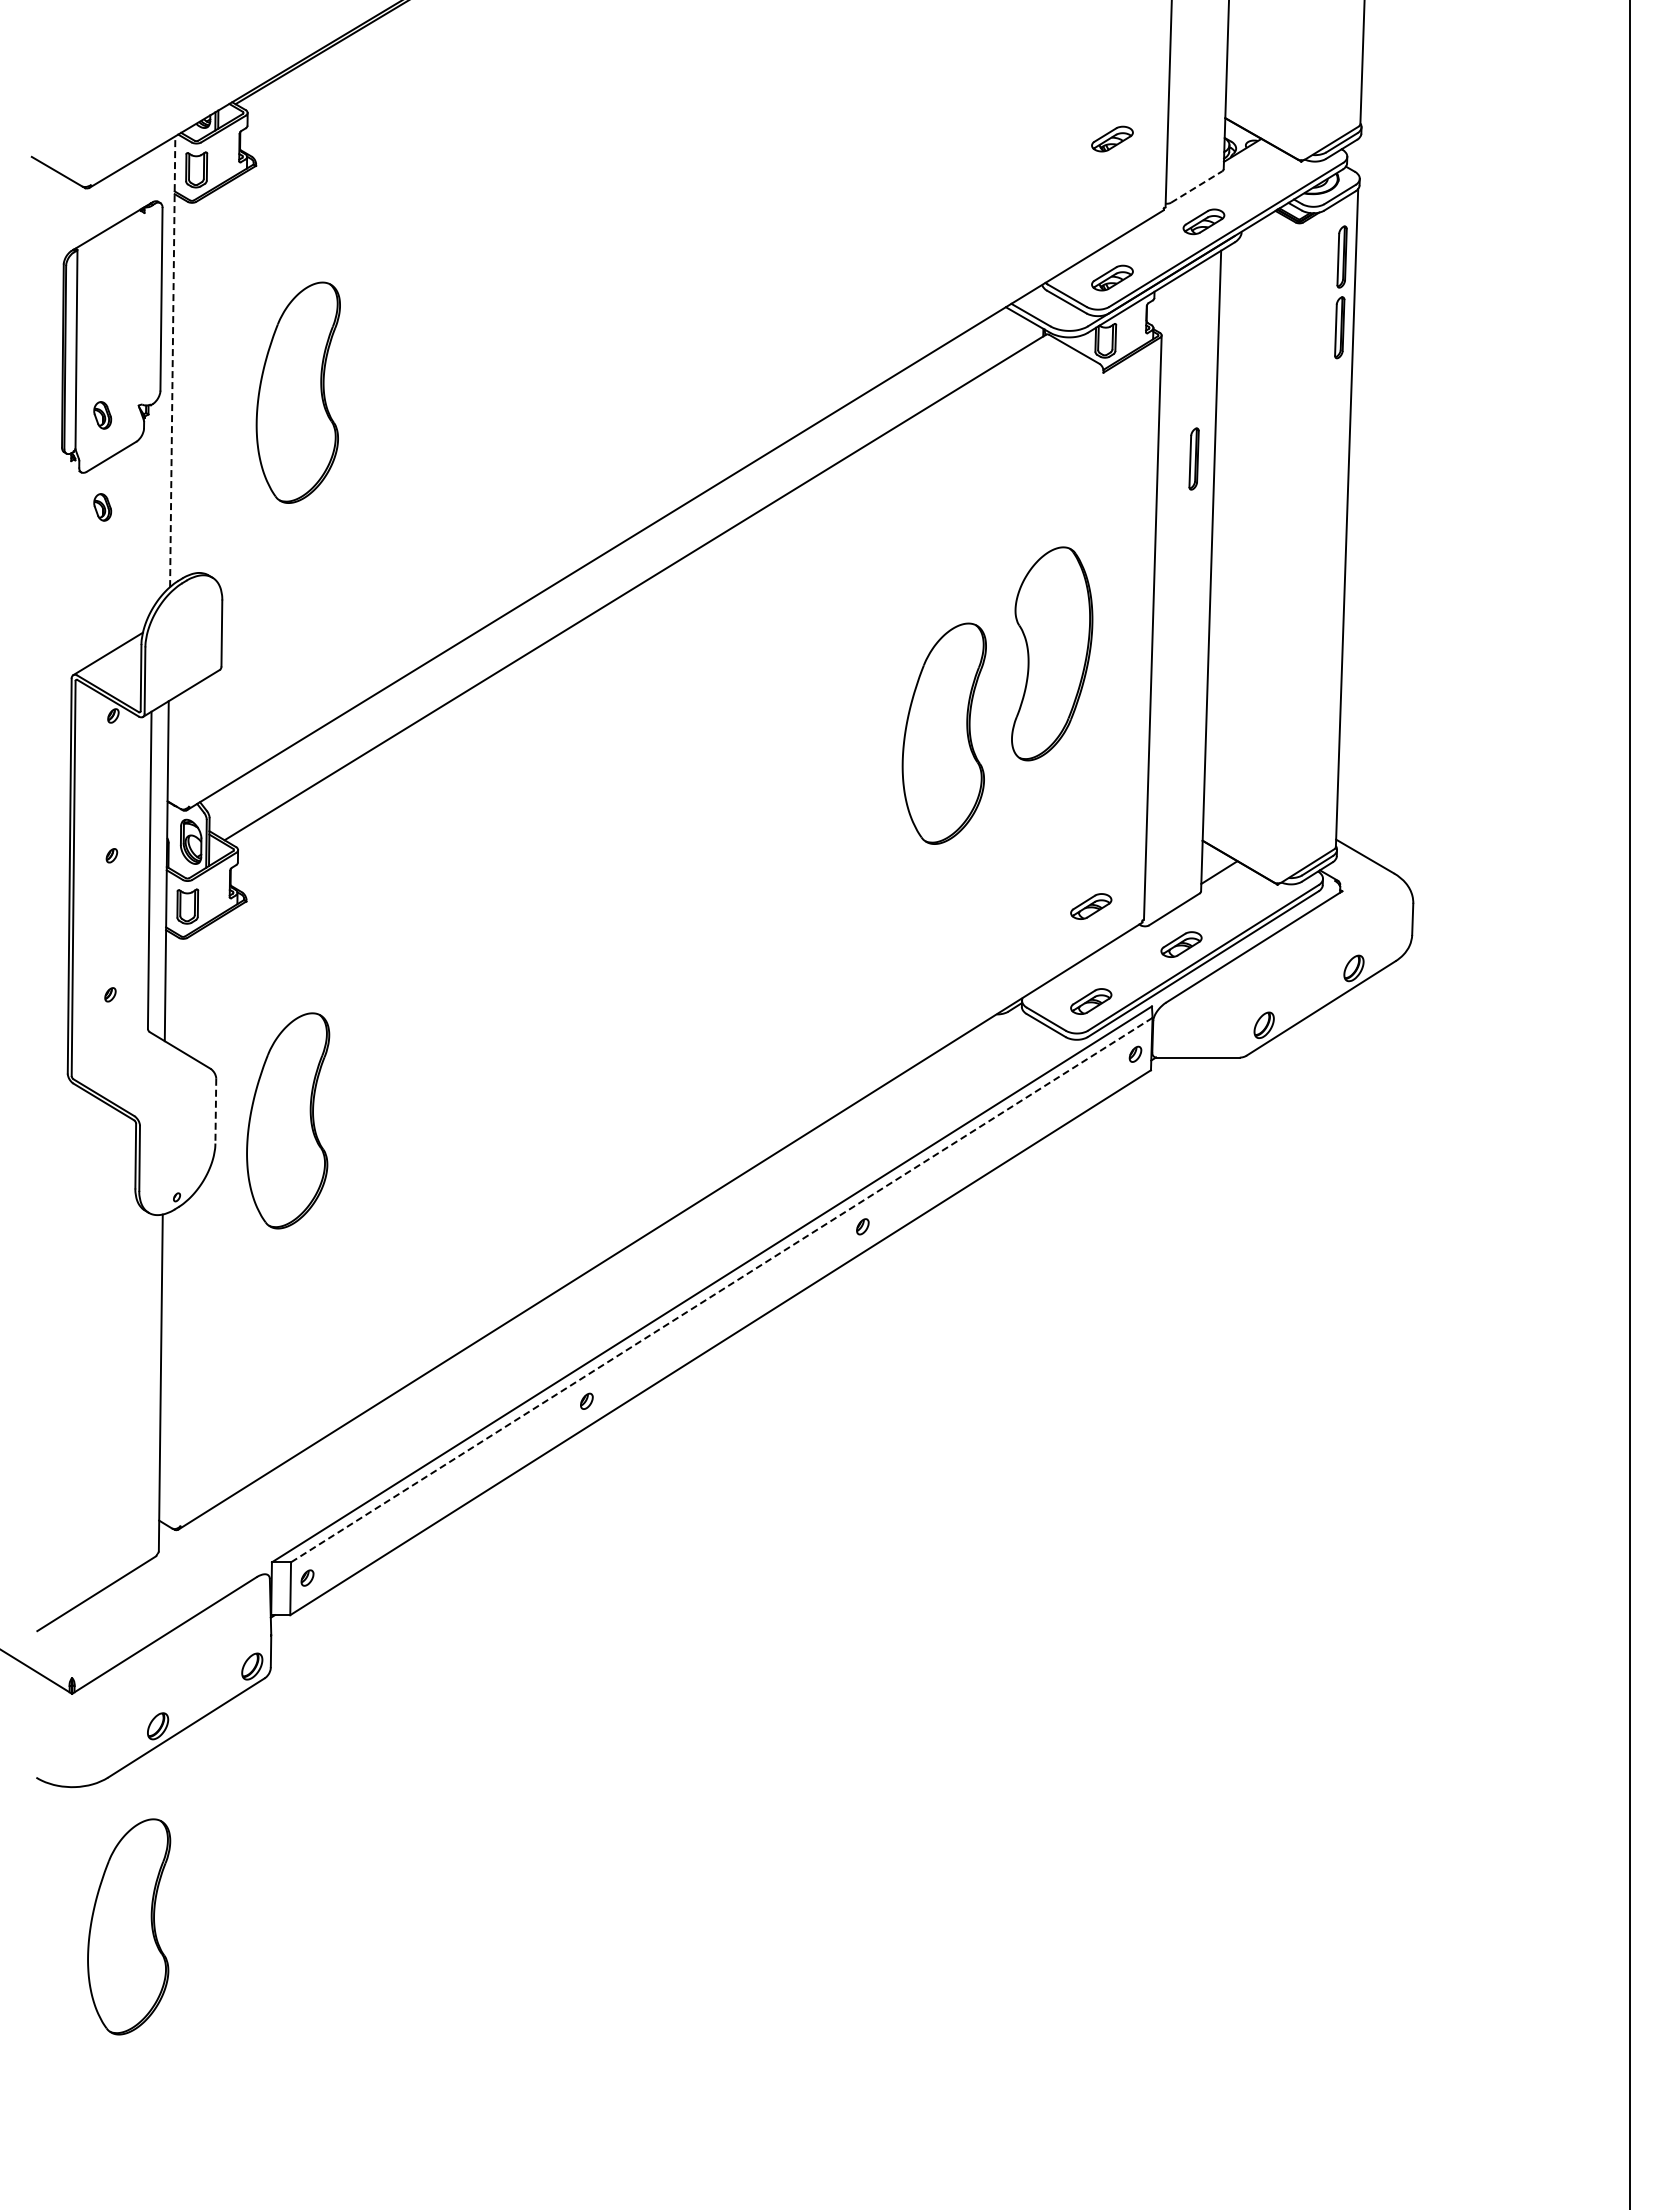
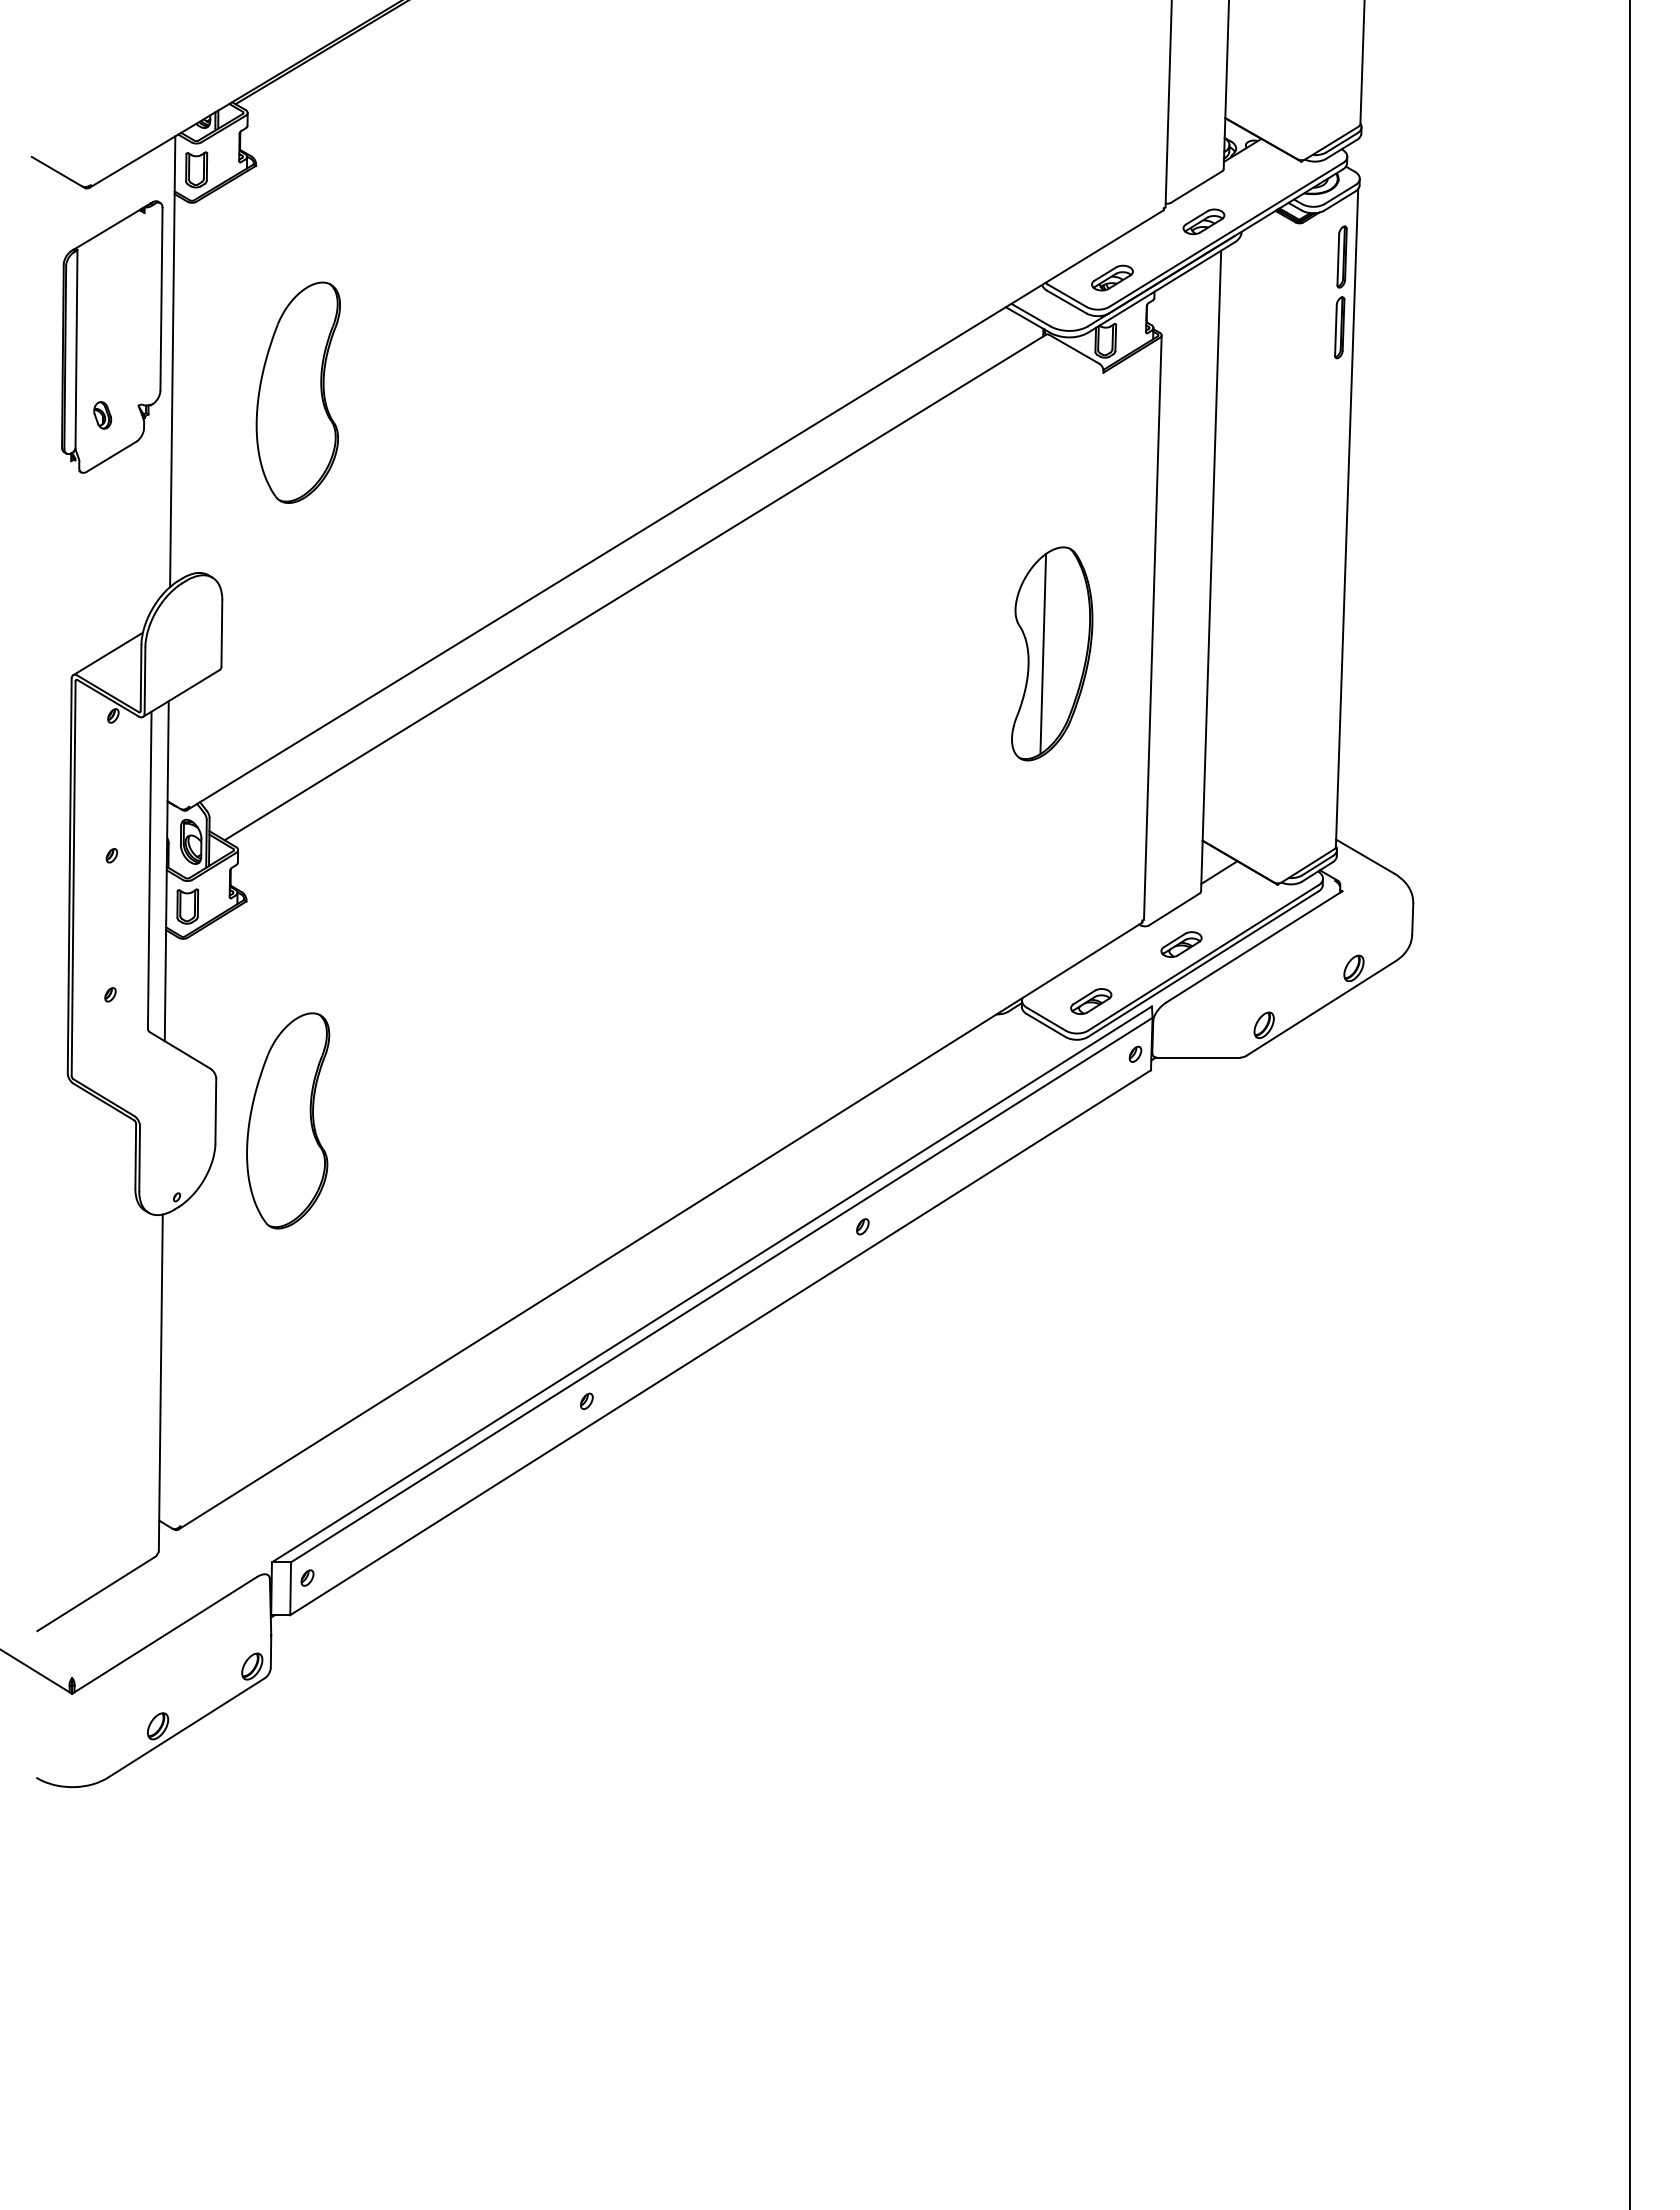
part at (1112, 138): present -> none
line at (1196, 187): dashed -> solid
line at (172, 361): dashed -> solid
part at (1193, 458): present -> none
part at (102, 507): present -> none
line at (1043, 653): none -> present
part at (943, 733): present -> none
part at (1091, 906): present -> none
line at (215, 1111): dashed -> solid
line at (721, 1290): dashed -> solid
part at (129, 1926): present -> none
